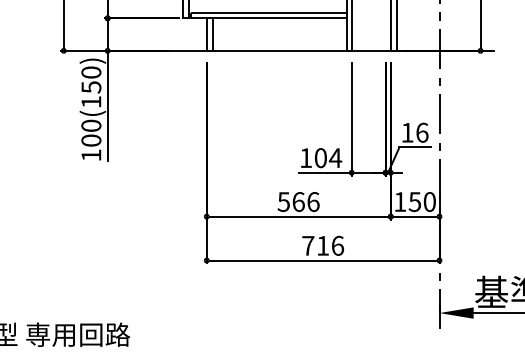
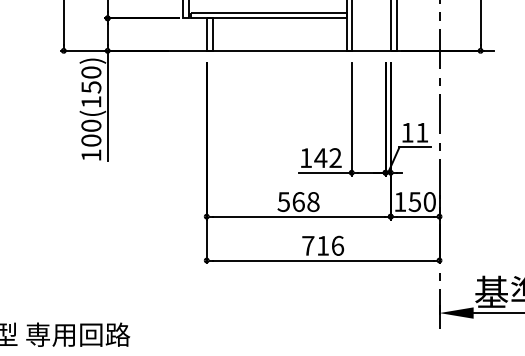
text at (422, 132): 16 -> 11
text at (328, 158): 104 -> 142
text at (313, 201): 566 -> 568
